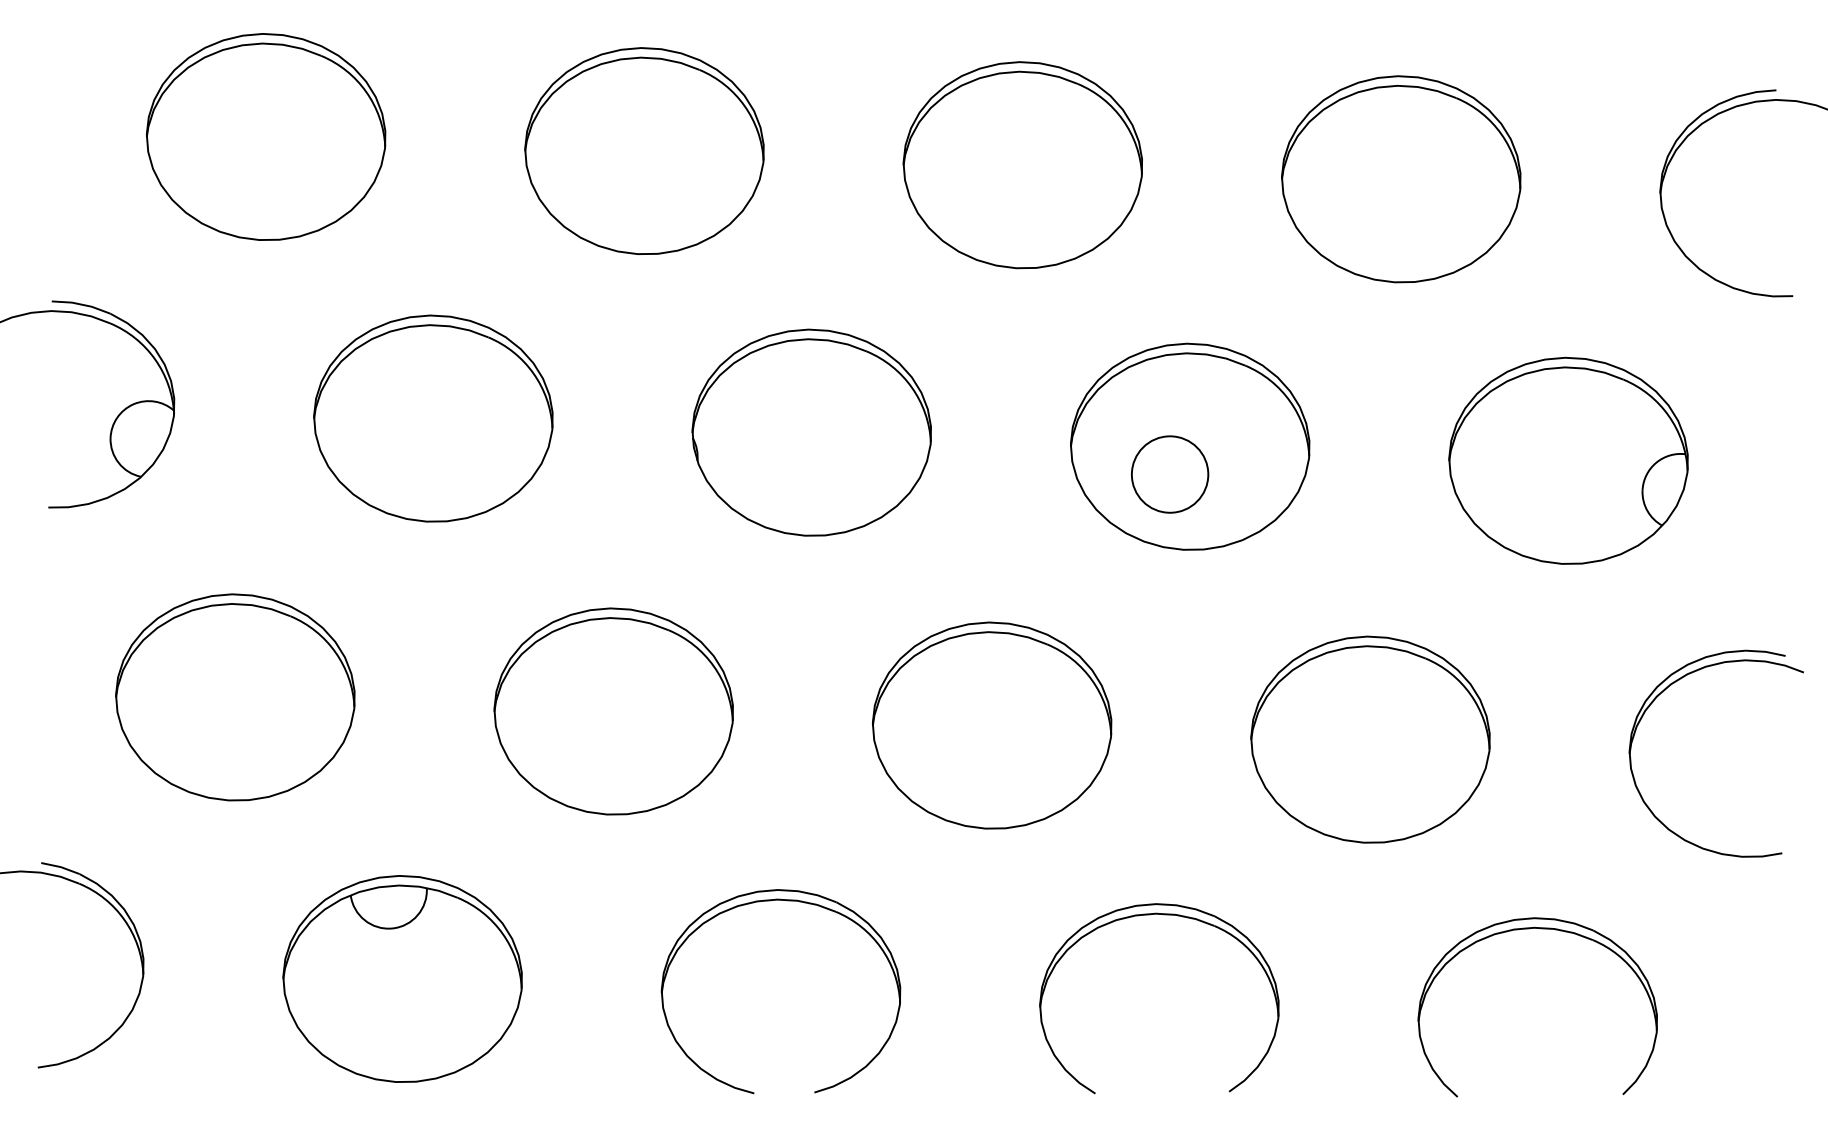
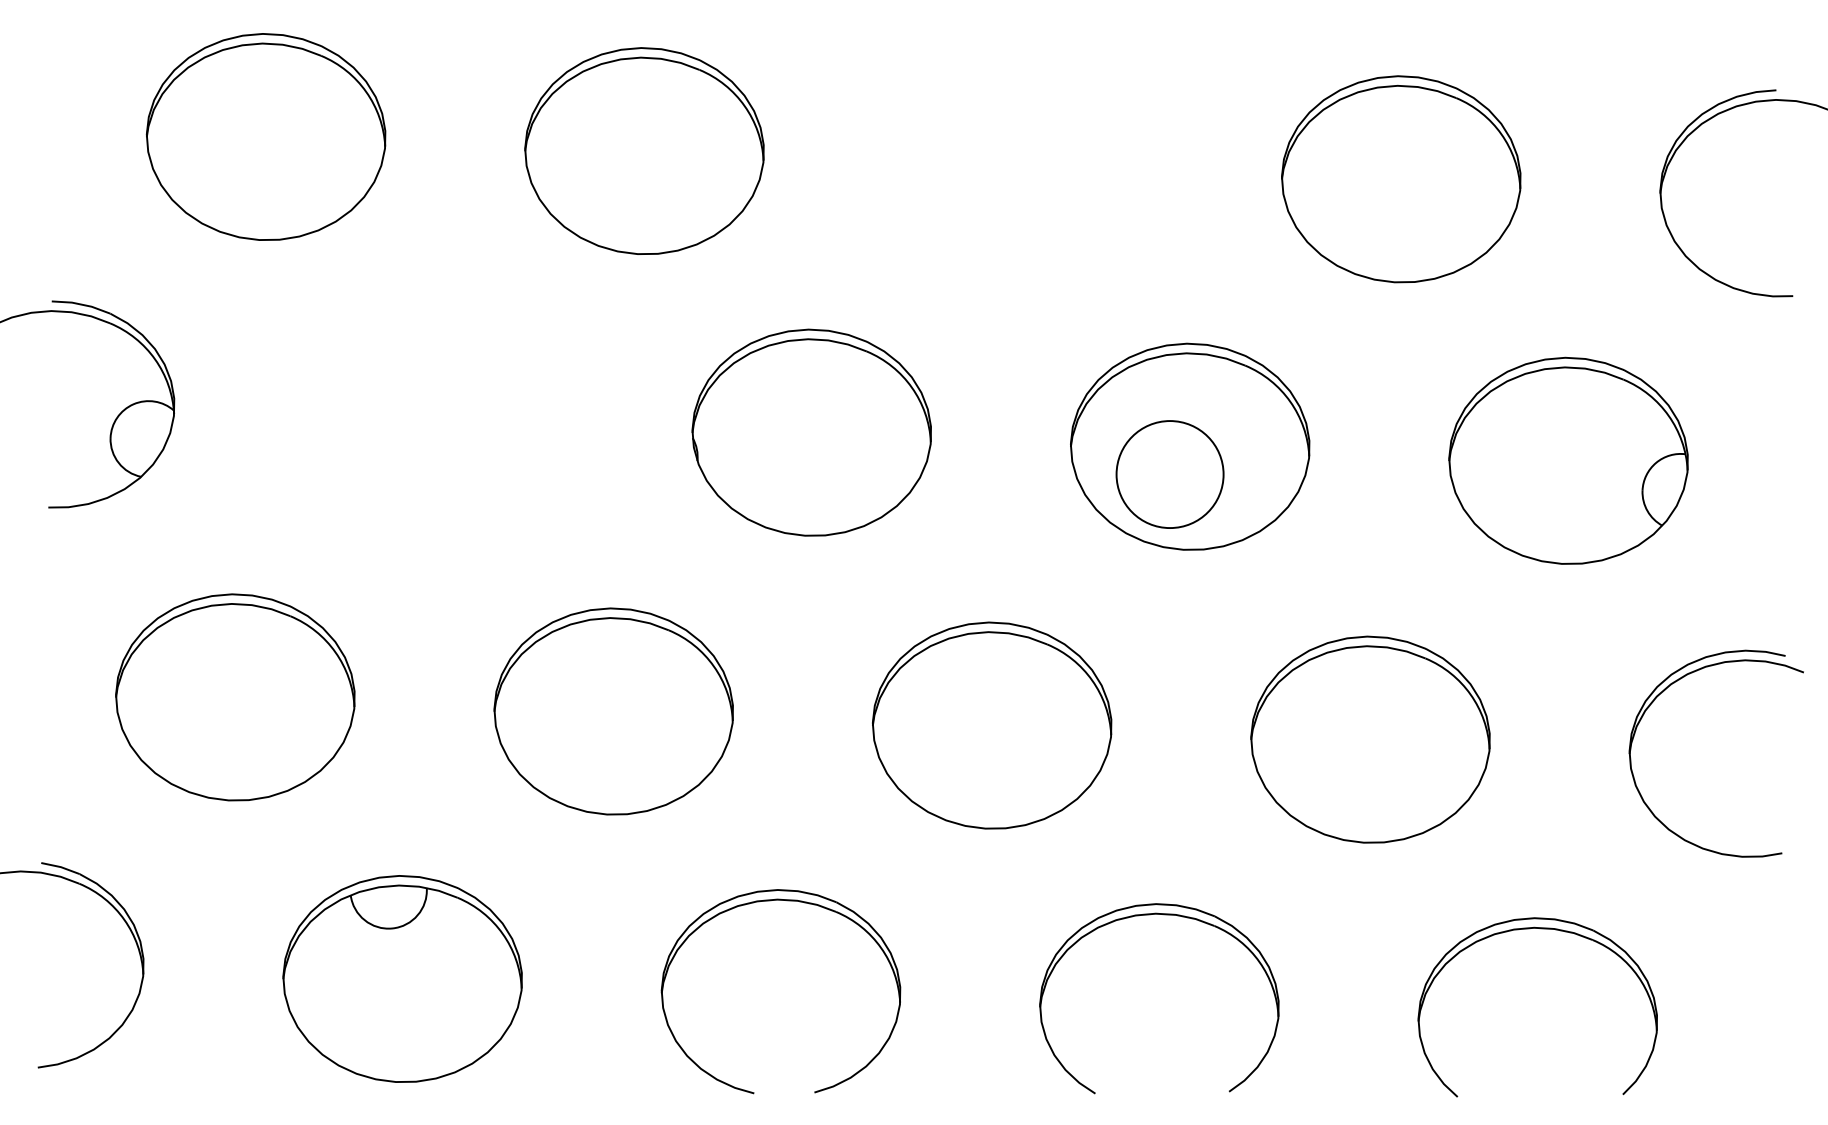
part at (1022, 165): present -> none
part at (433, 418): present -> none
circle at (1169, 474) diameter: 76 px -> 107 px
